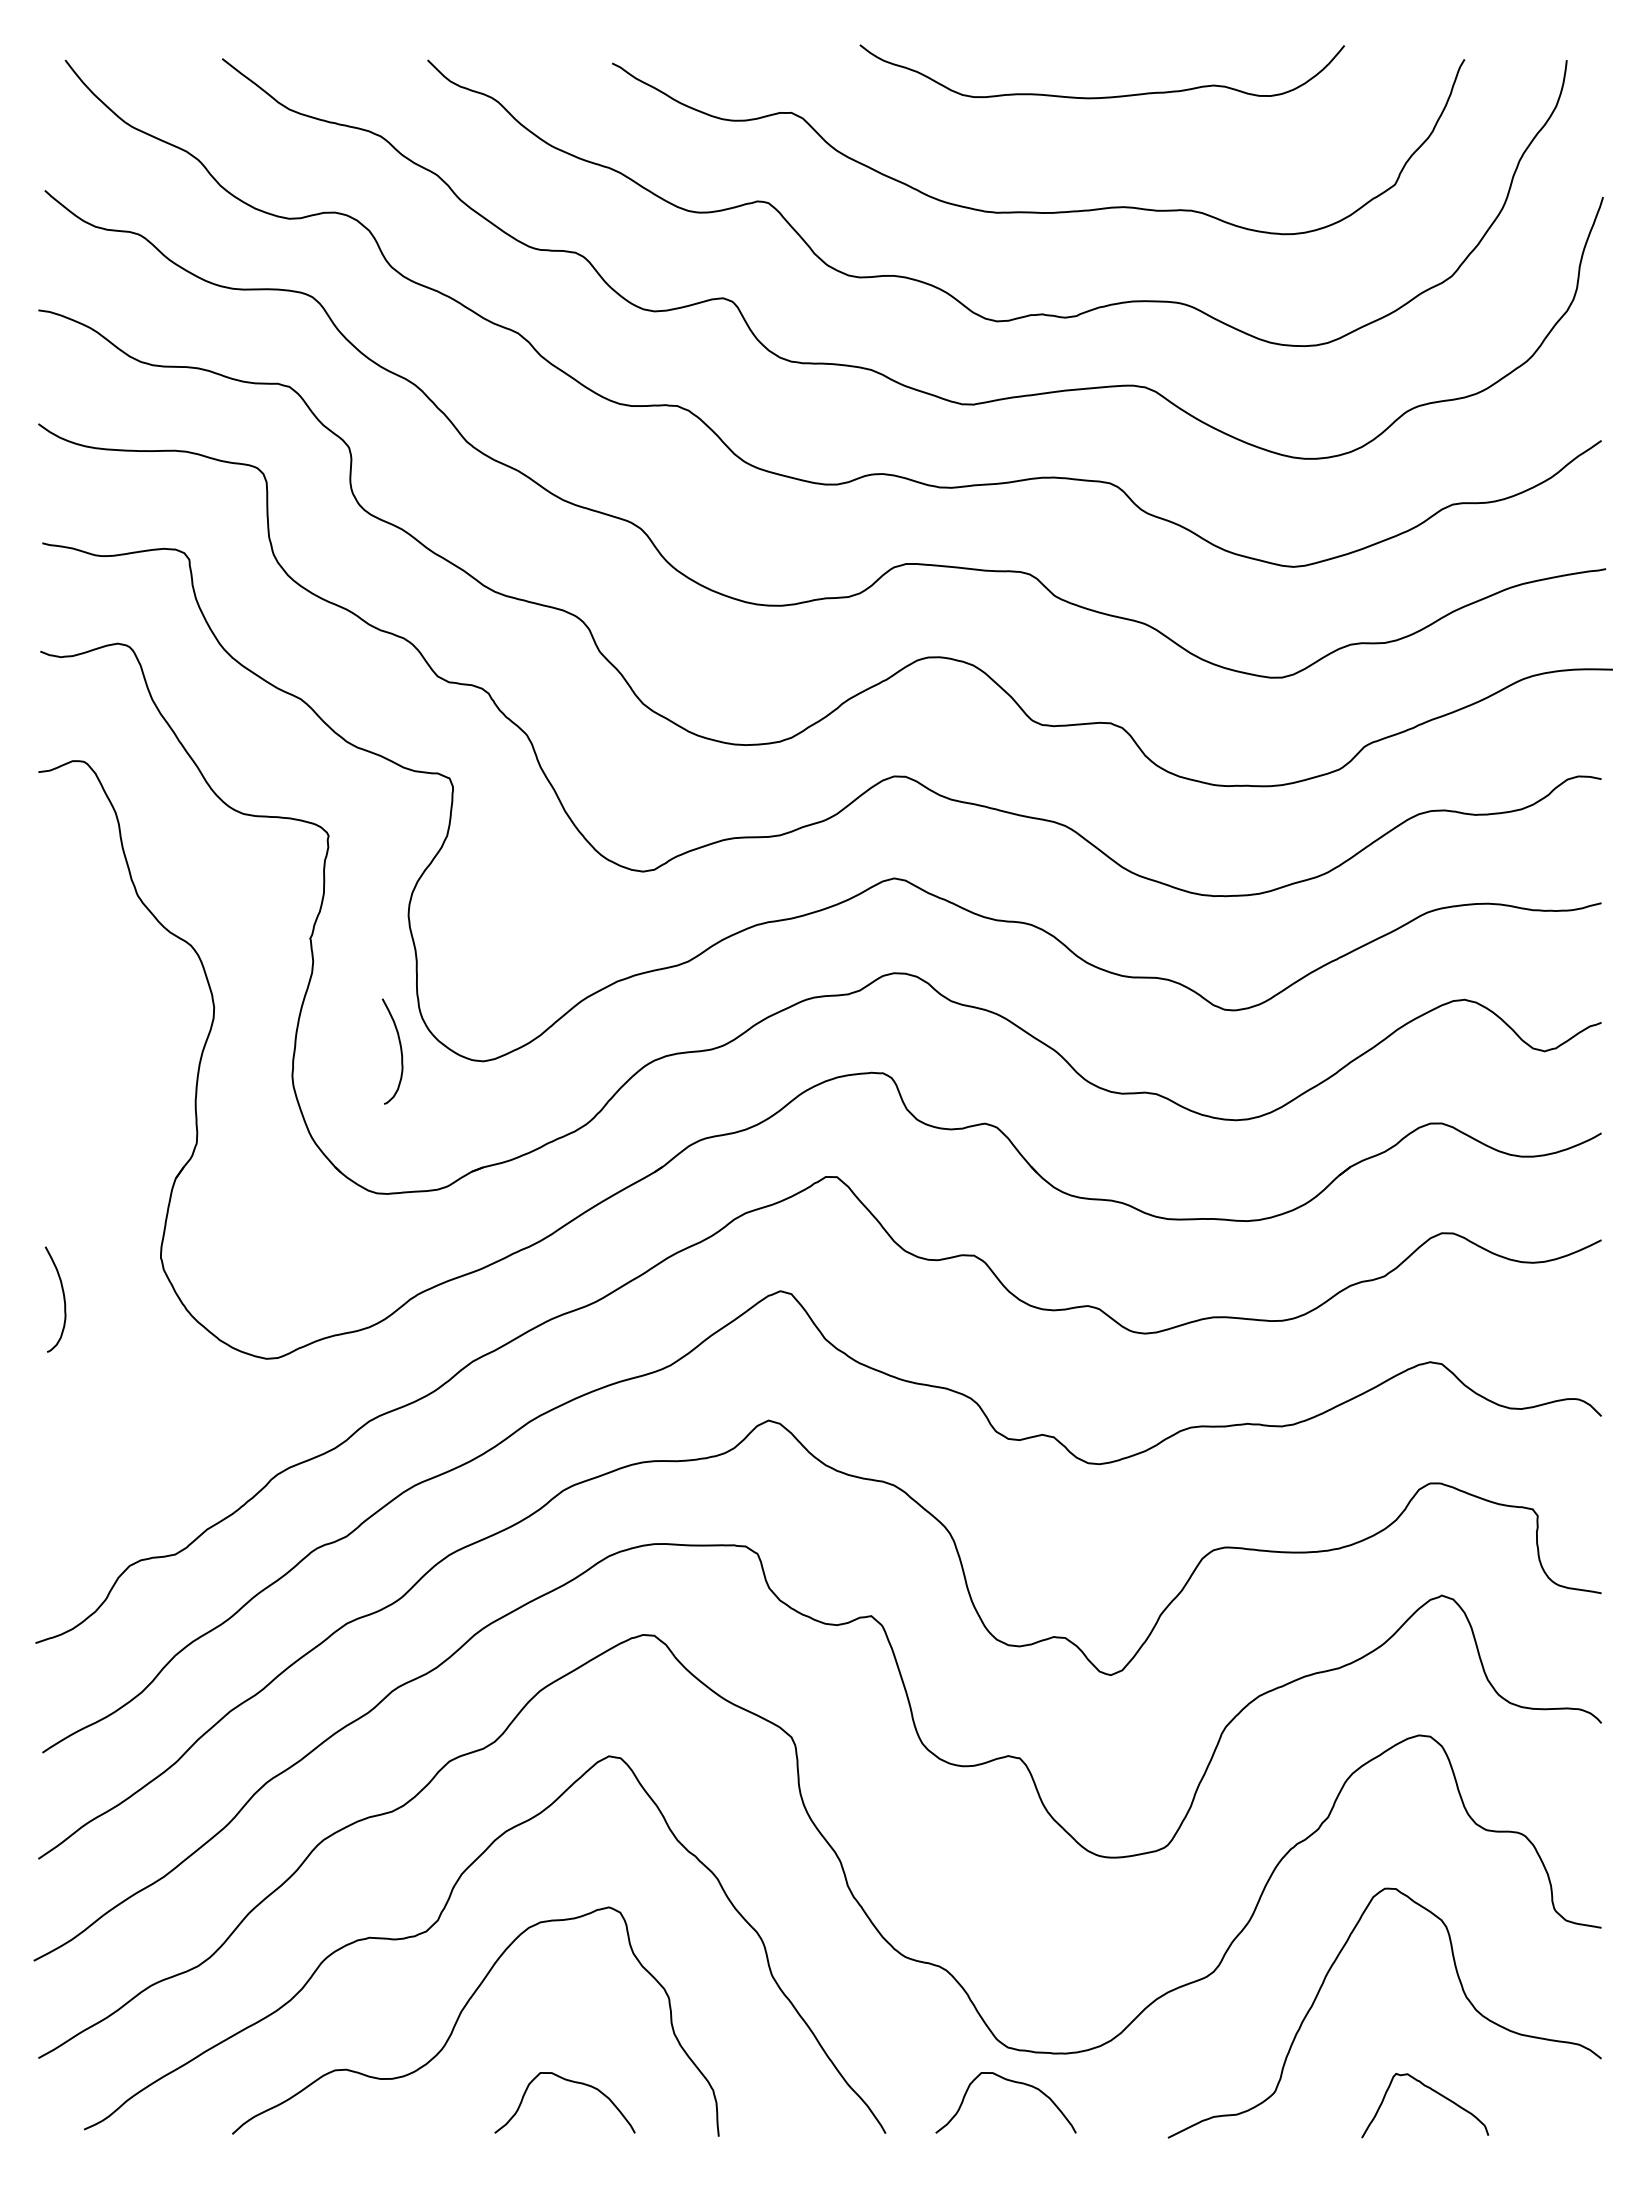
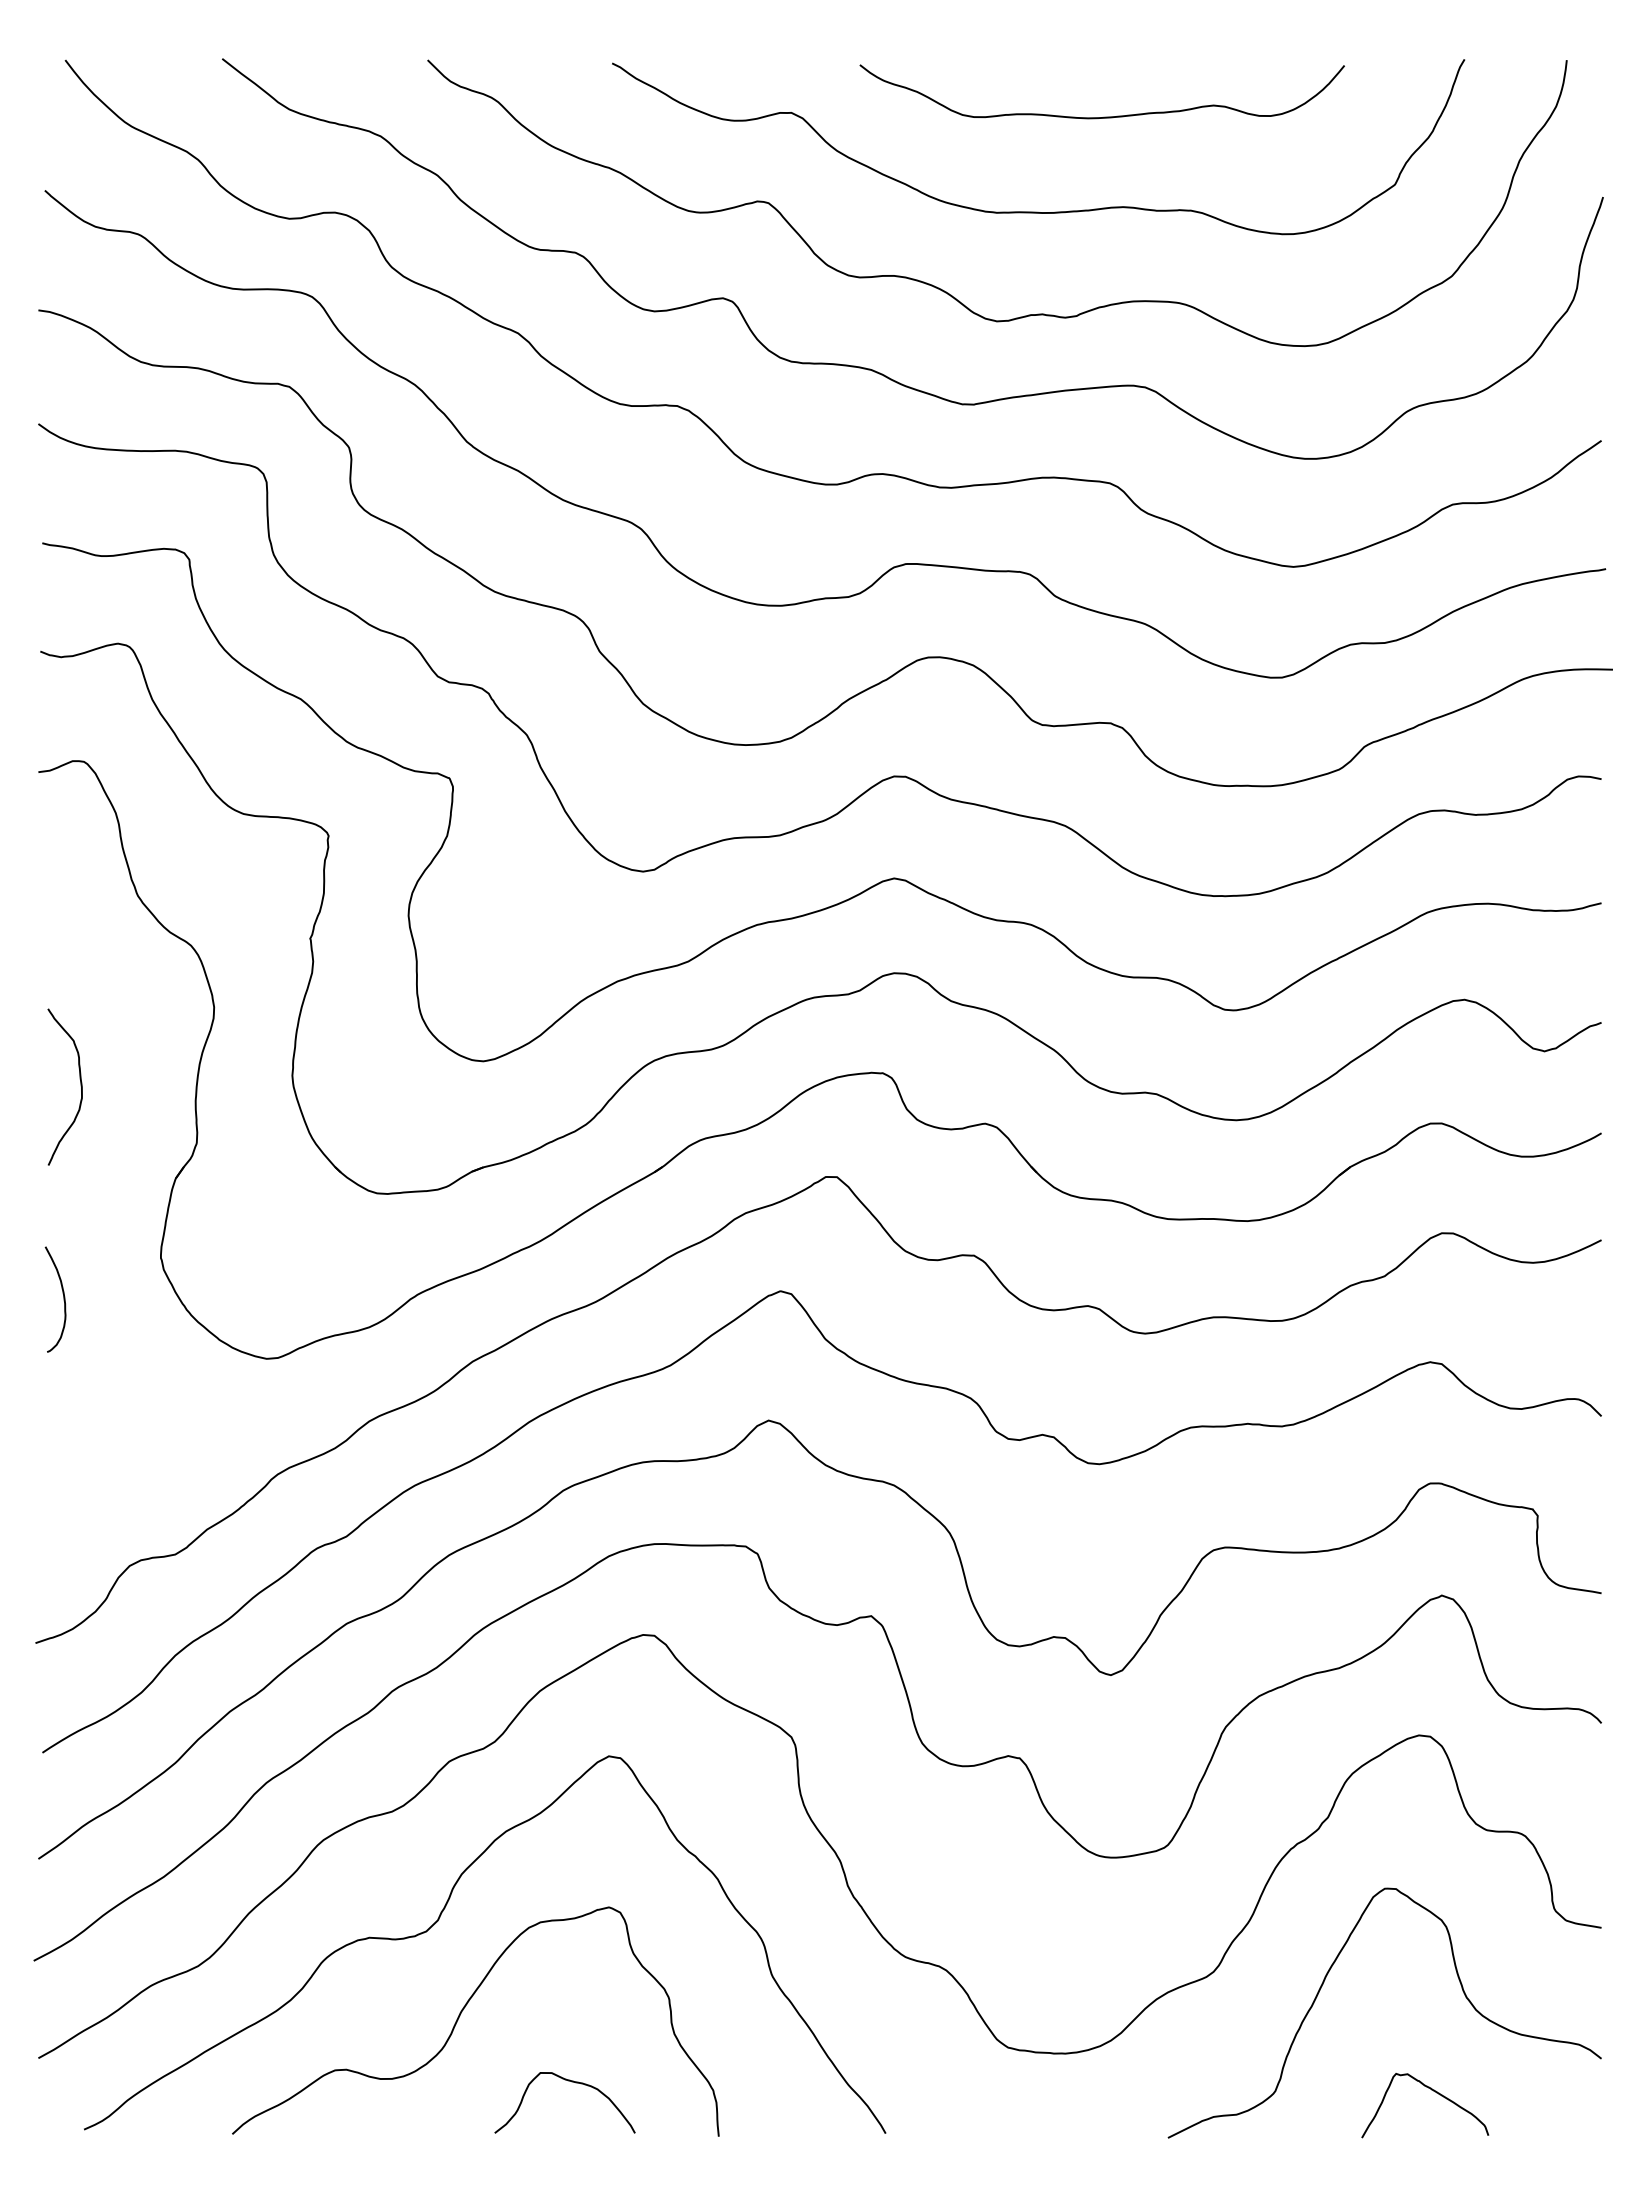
curve at (1103, 96) position: (1103, 96) -> (1103, 116)
curve at (400, 1051): present -> none
curve at (80, 1086): none -> present
curve at (1012, 2082): present -> none
